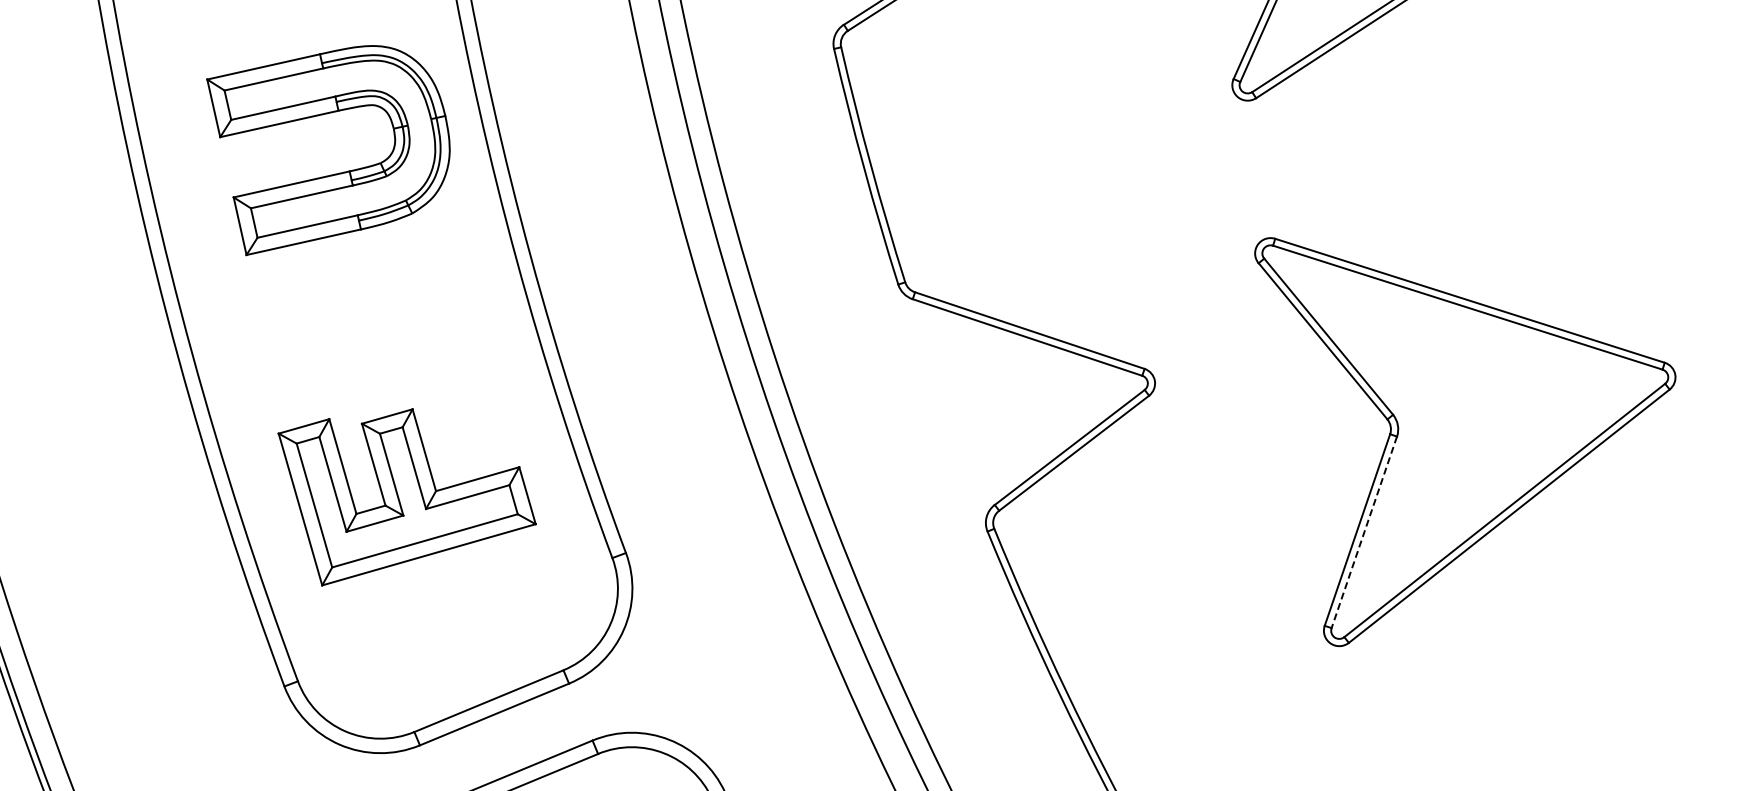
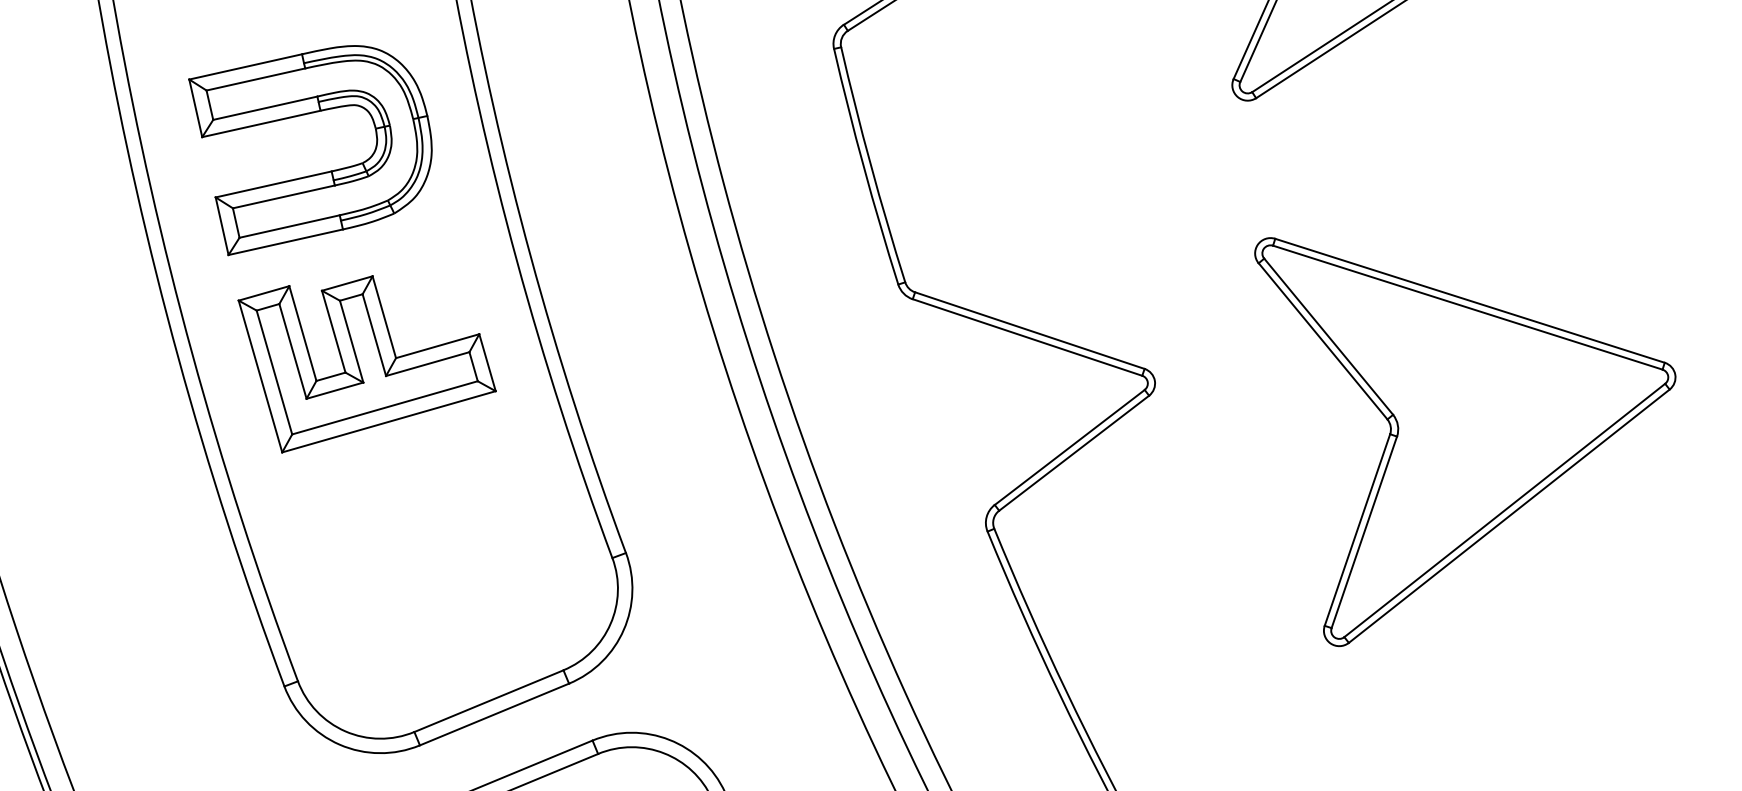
part at (334, 173) position: (334, 173) -> (316, 173)
part at (406, 497) position: (406, 497) -> (366, 364)
line at (1364, 532): dashed -> solid
